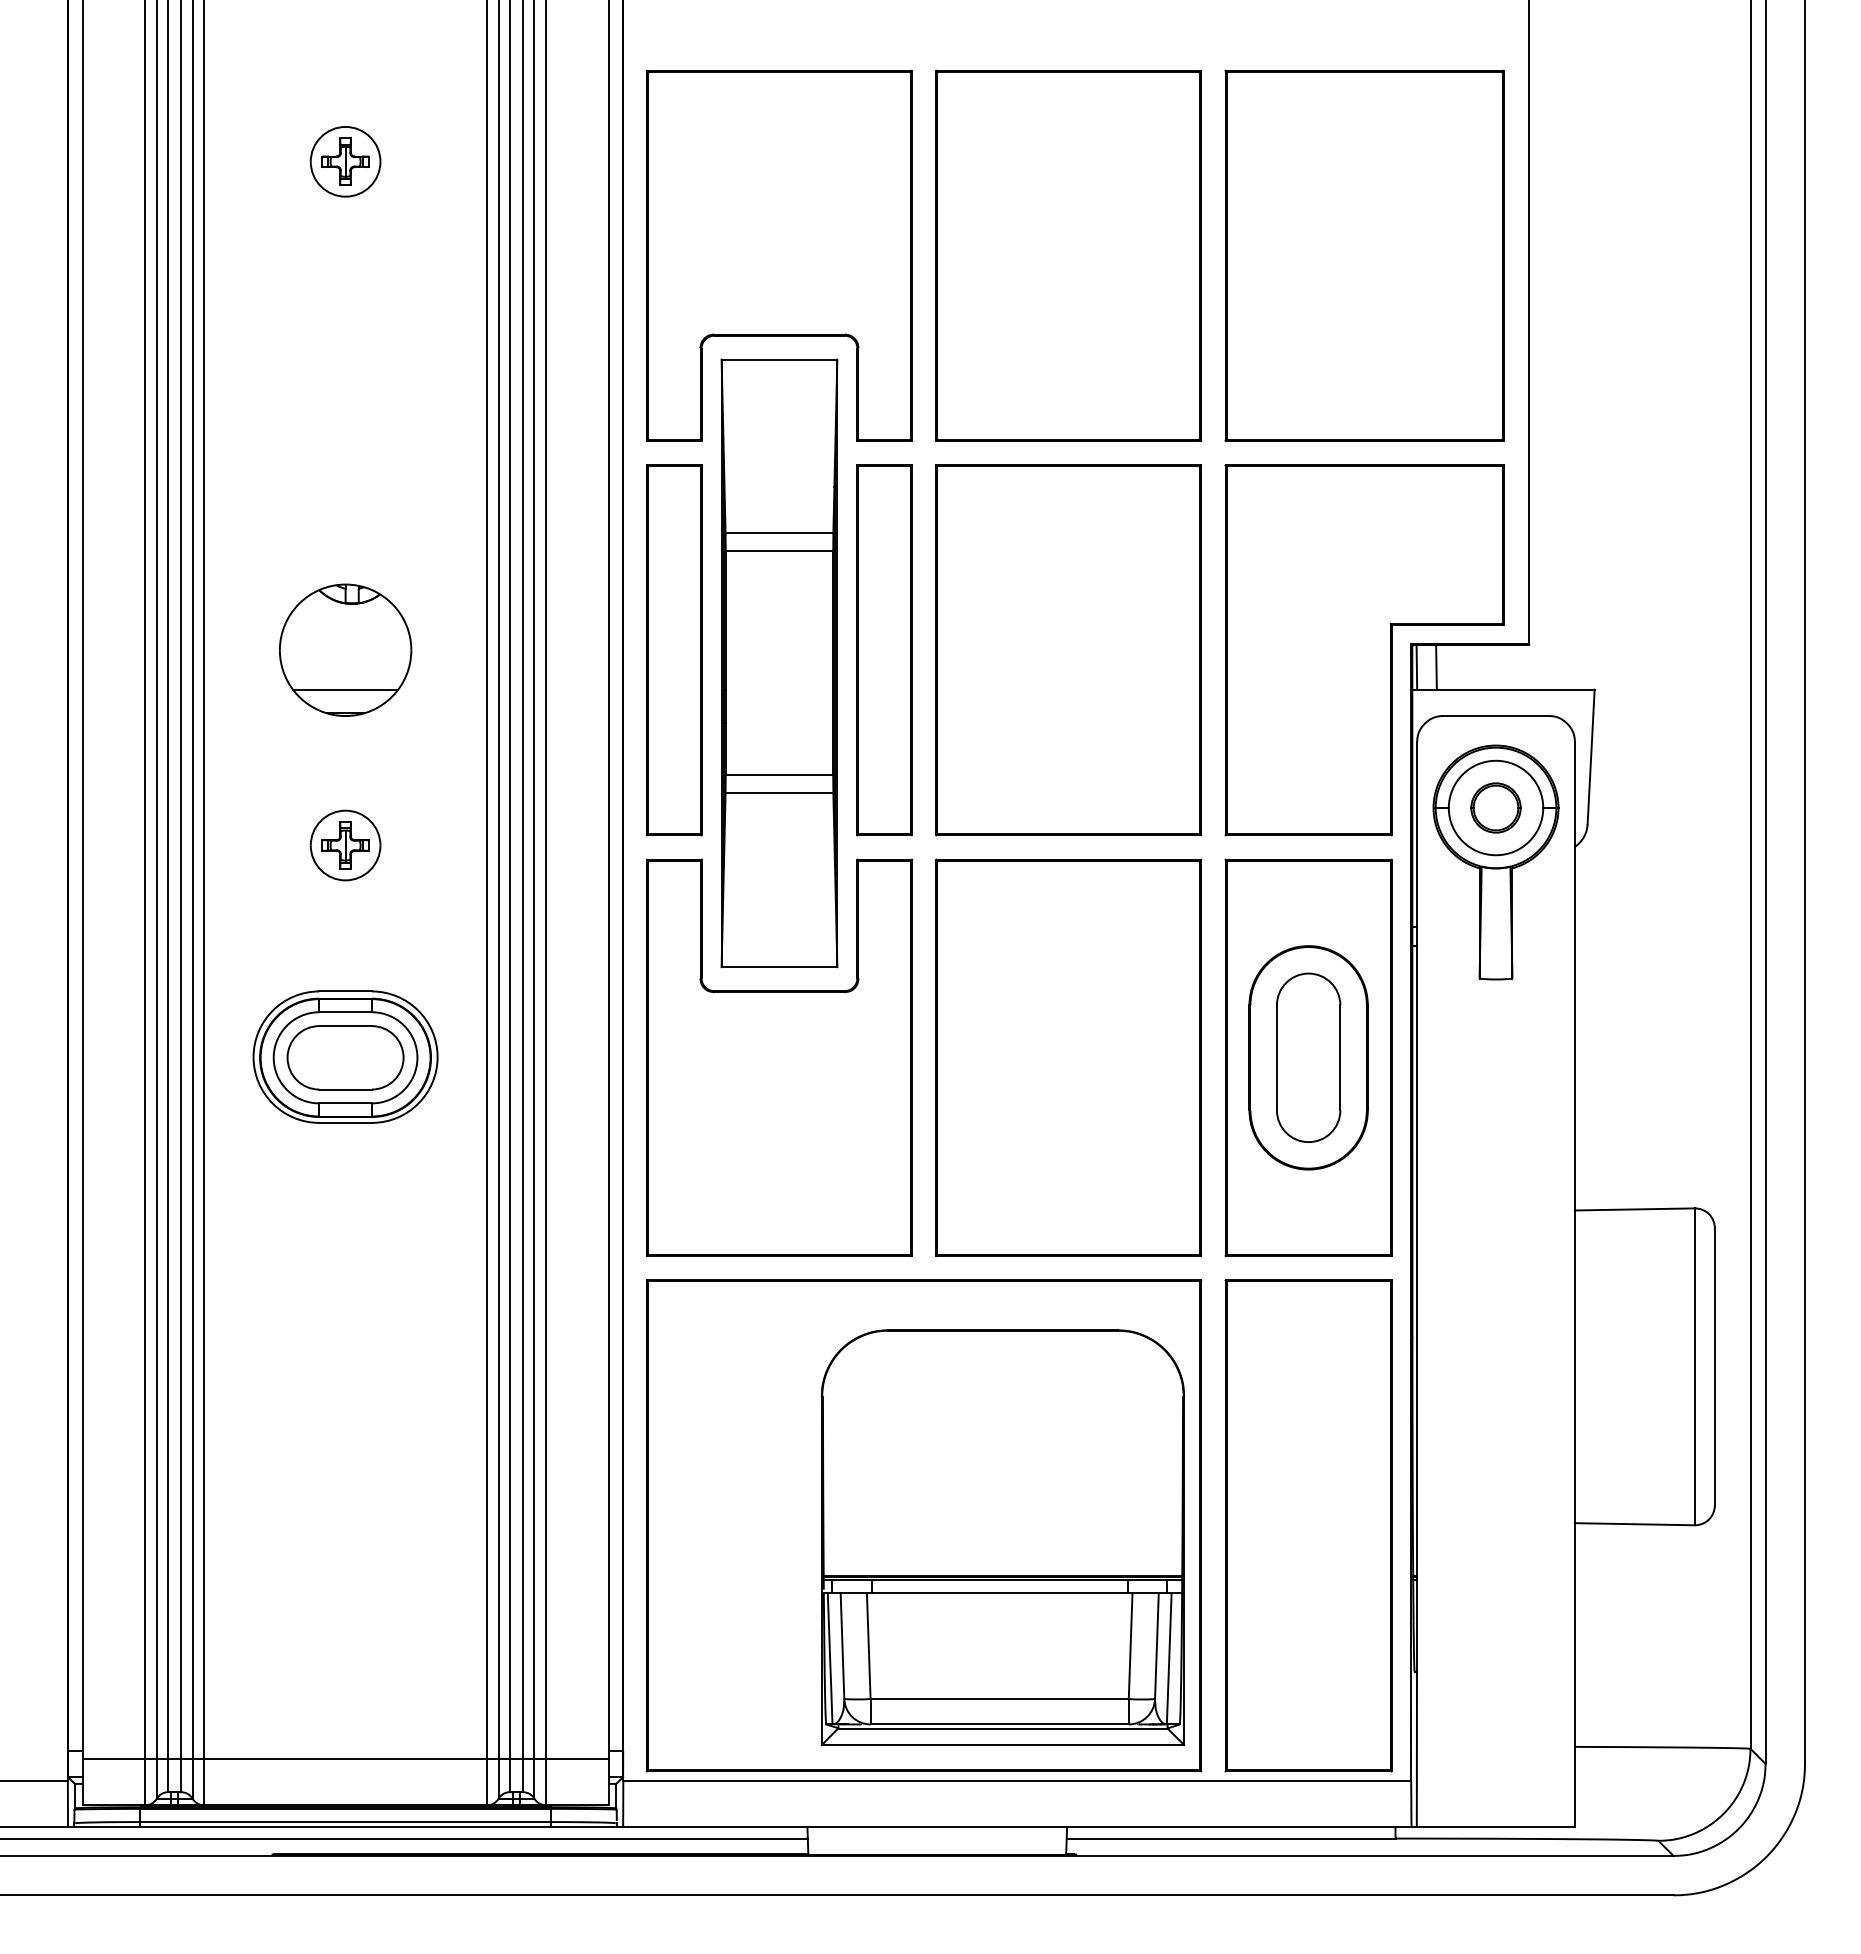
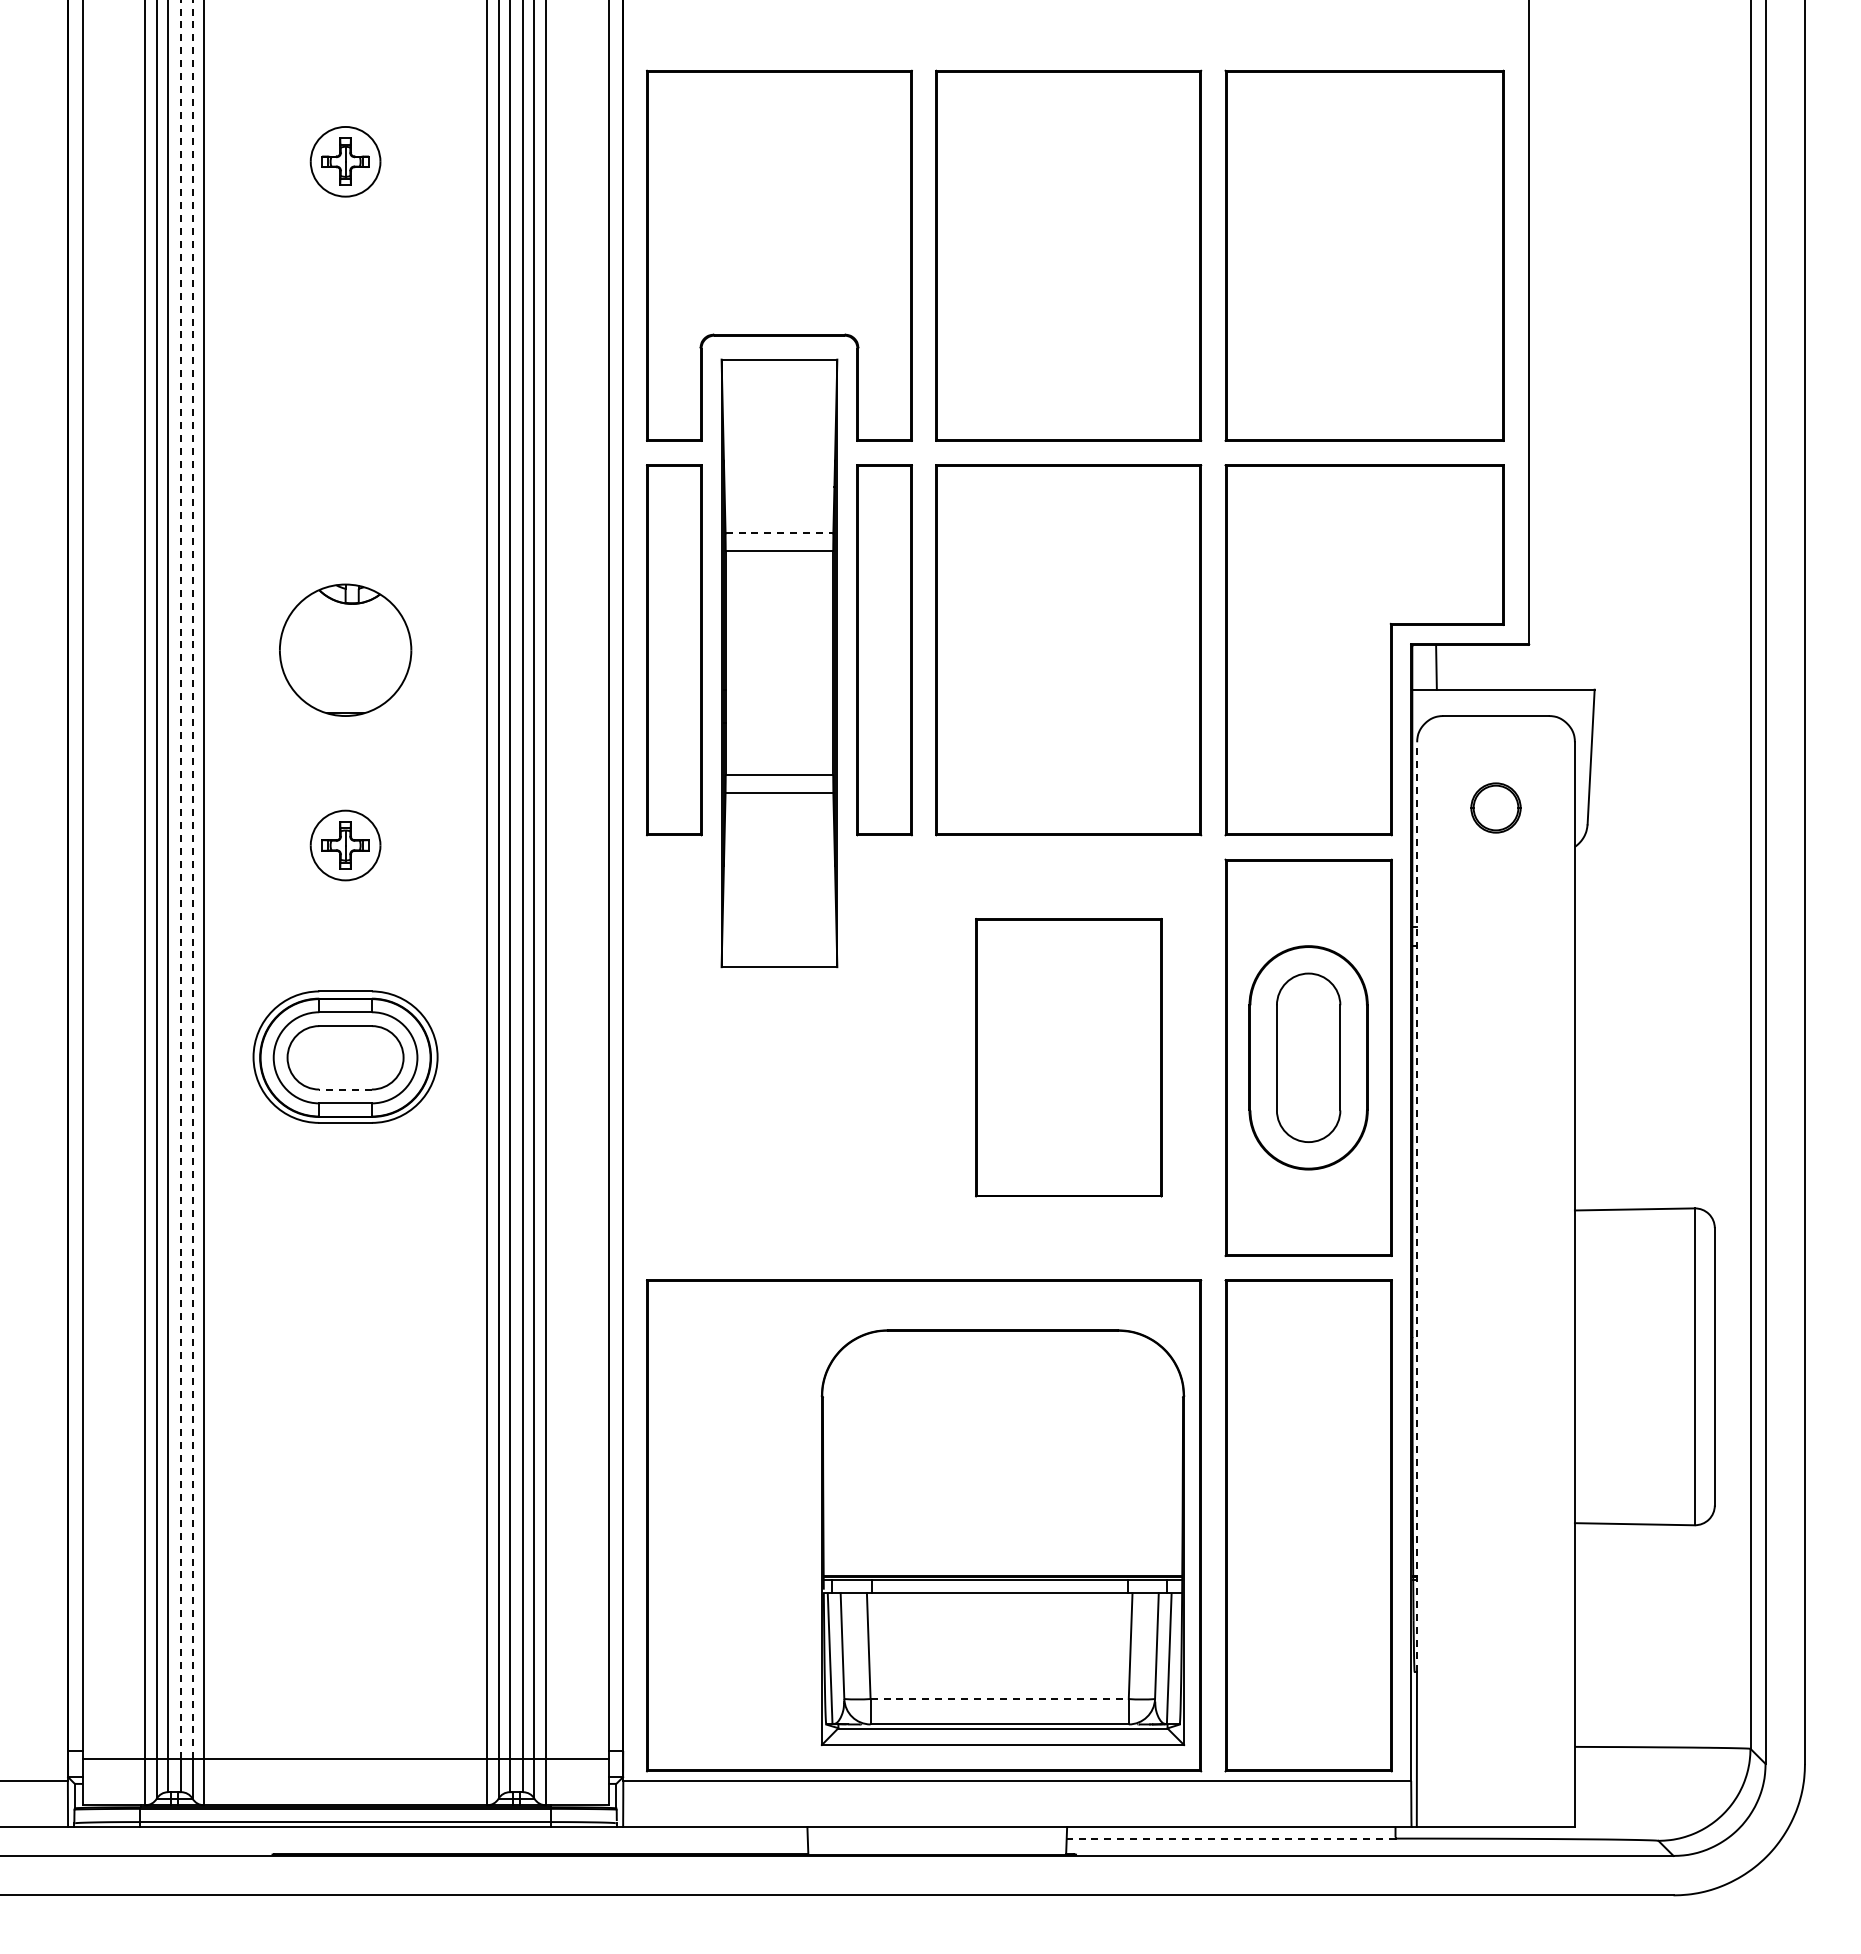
line at (779, 533): solid -> dashed
line at (1416, 666): present -> none
line at (345, 689): present -> none
part at (1495, 862): present -> none
line at (181, 879): solid -> dashed
line at (192, 879): solid -> dashed
part at (779, 1057): present -> none
part at (1068, 1057) size: 268x399 px -> 188x280 px
line at (345, 1089): solid -> dashed
line at (1417, 1206): solid -> dashed
line at (1000, 1699): solid -> dashed
line at (404, 1838): present -> none
line at (1230, 1838): solid -> dashed
